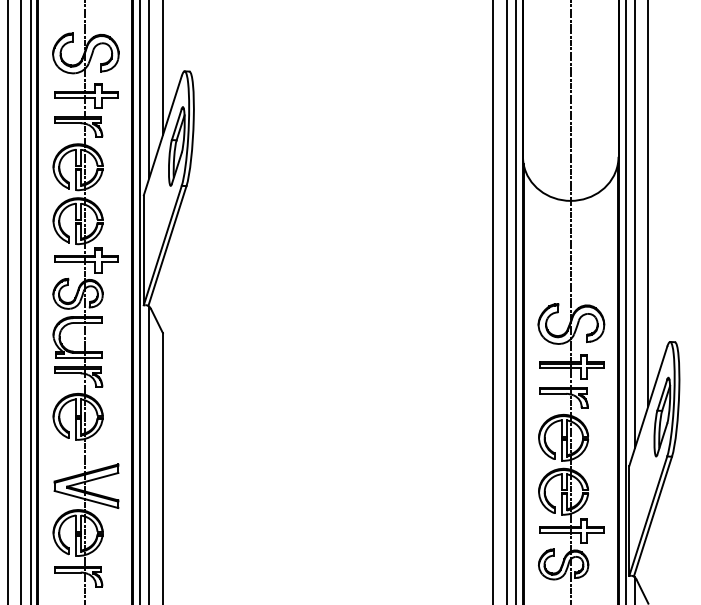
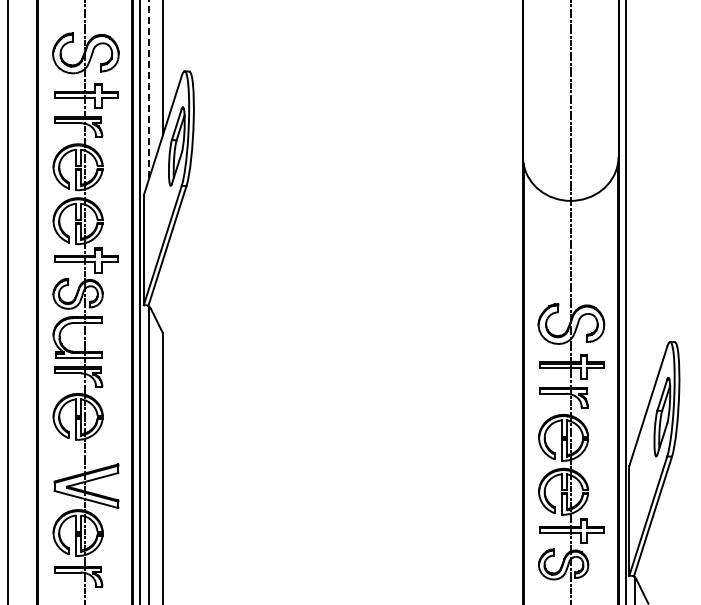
line at (149, 88): solid -> dashed
line at (648, 204): present -> none
line at (634, 225): present -> none
line at (21, 301): present -> none
line at (30, 301): present -> none
line at (493, 301): present -> none
line at (506, 301): present -> none
line at (515, 301): present -> none
